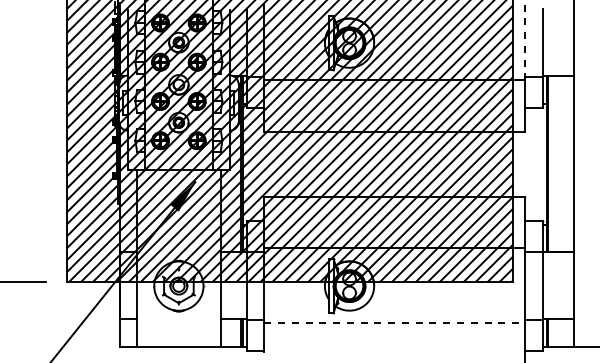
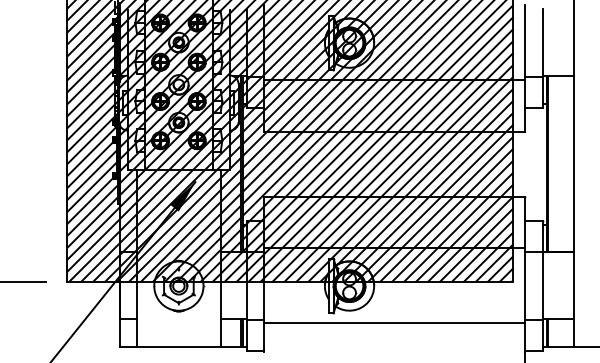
line at (524, 42): dashed -> solid
line at (395, 323): dashed -> solid
